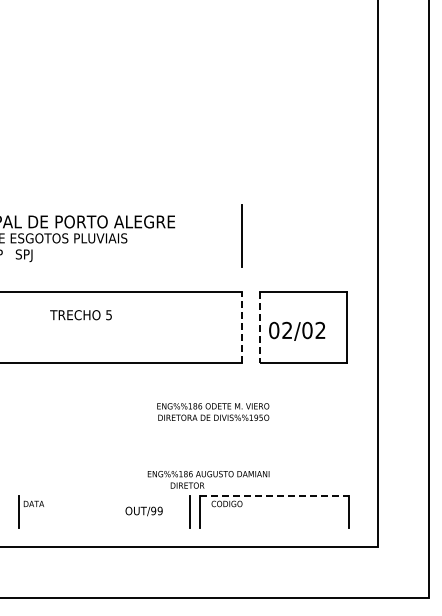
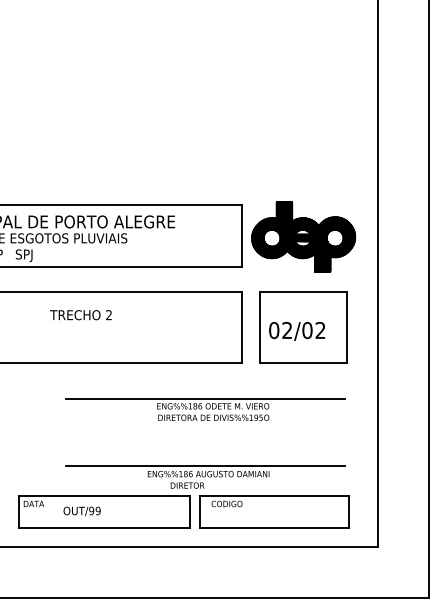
line at (122, 204): none -> present
part at (303, 236): none -> present
line at (122, 267): none -> present
text at (108, 315): 5 -> 2
line at (242, 327): dashed -> solid
line at (259, 327): dashed -> solid
line at (205, 399): none -> present
line at (205, 466): none -> present
line at (104, 496): none -> present
line at (274, 496): dashed -> solid
text at (143, 511) position: (143, 511) -> (81, 511)
line at (104, 527): none -> present
line at (274, 527): none -> present
